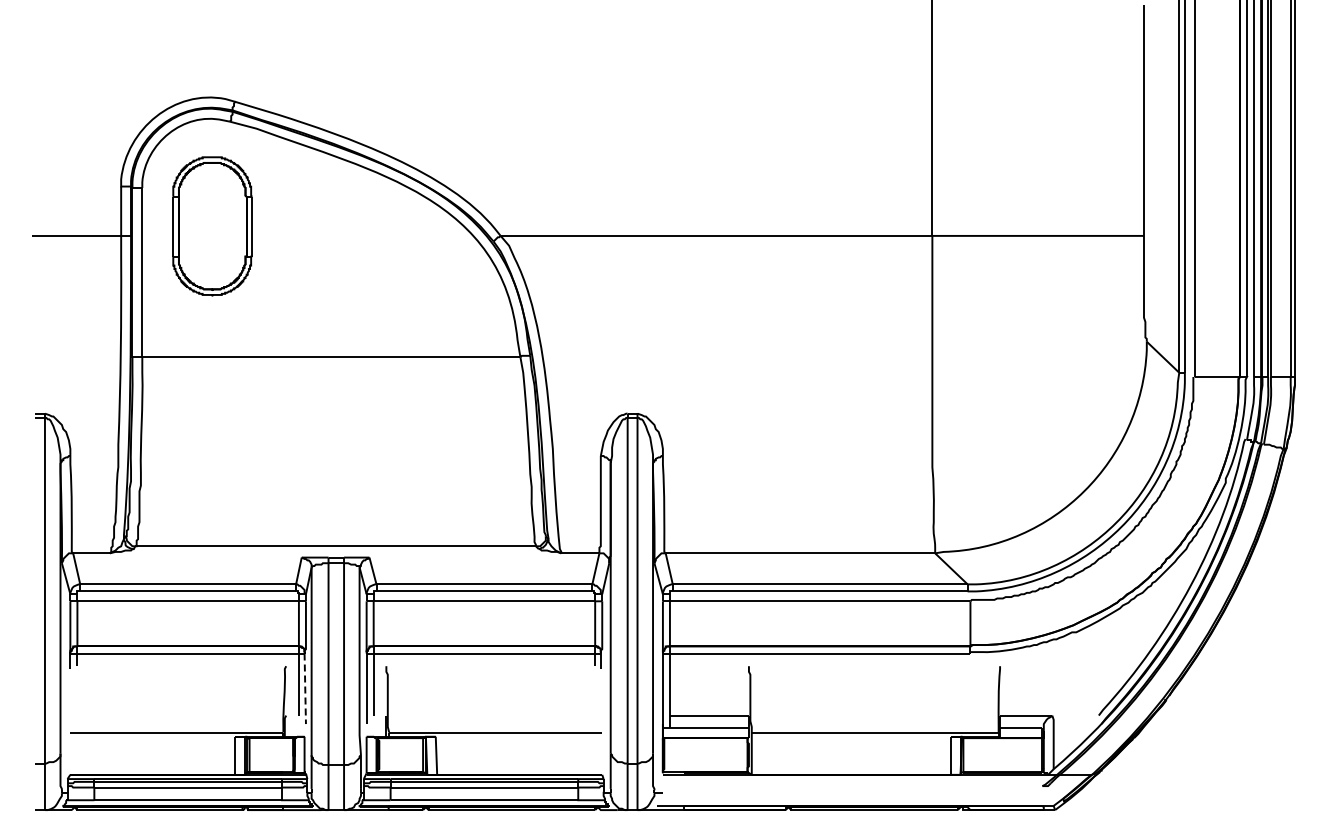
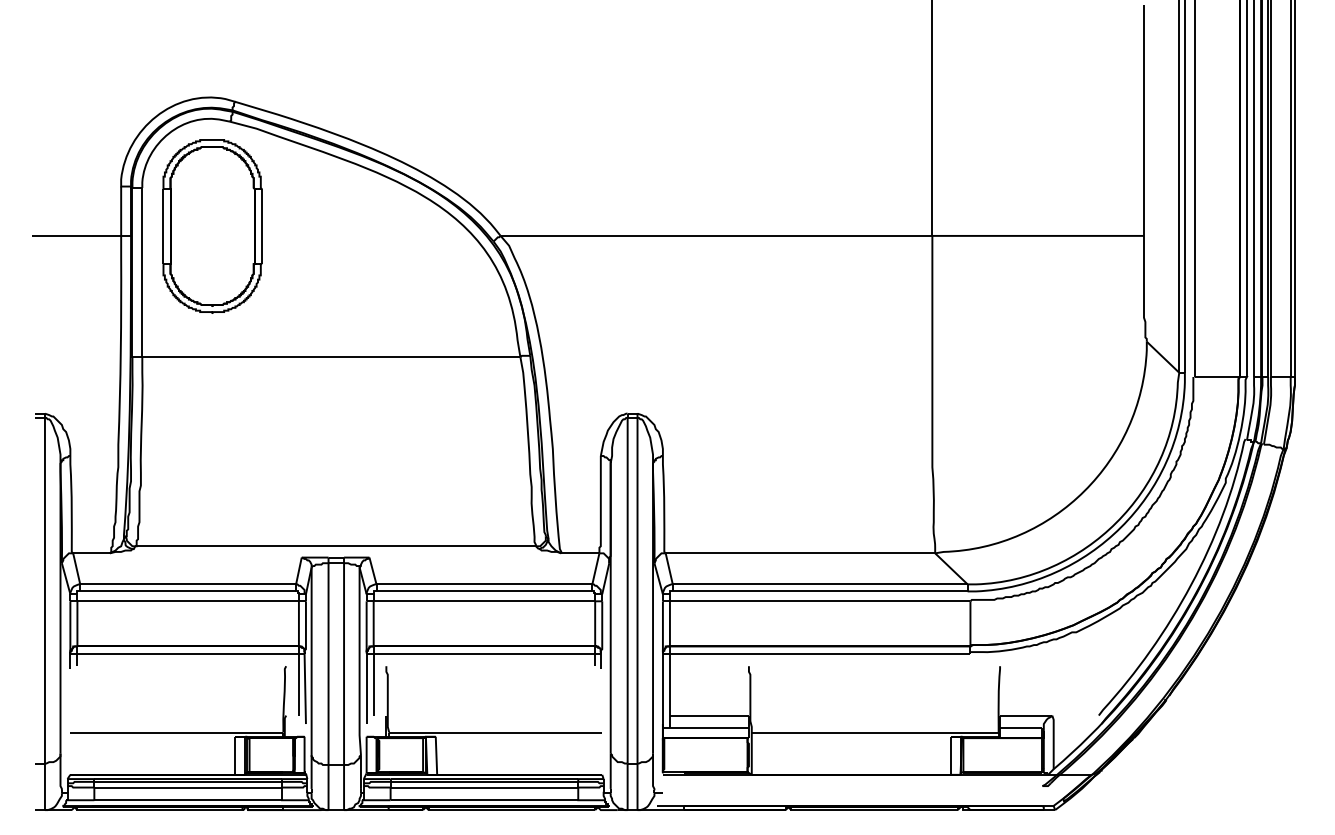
part at (212, 226) size: 81x141 px -> 101x175 px
line at (305, 689): dashed -> solid
